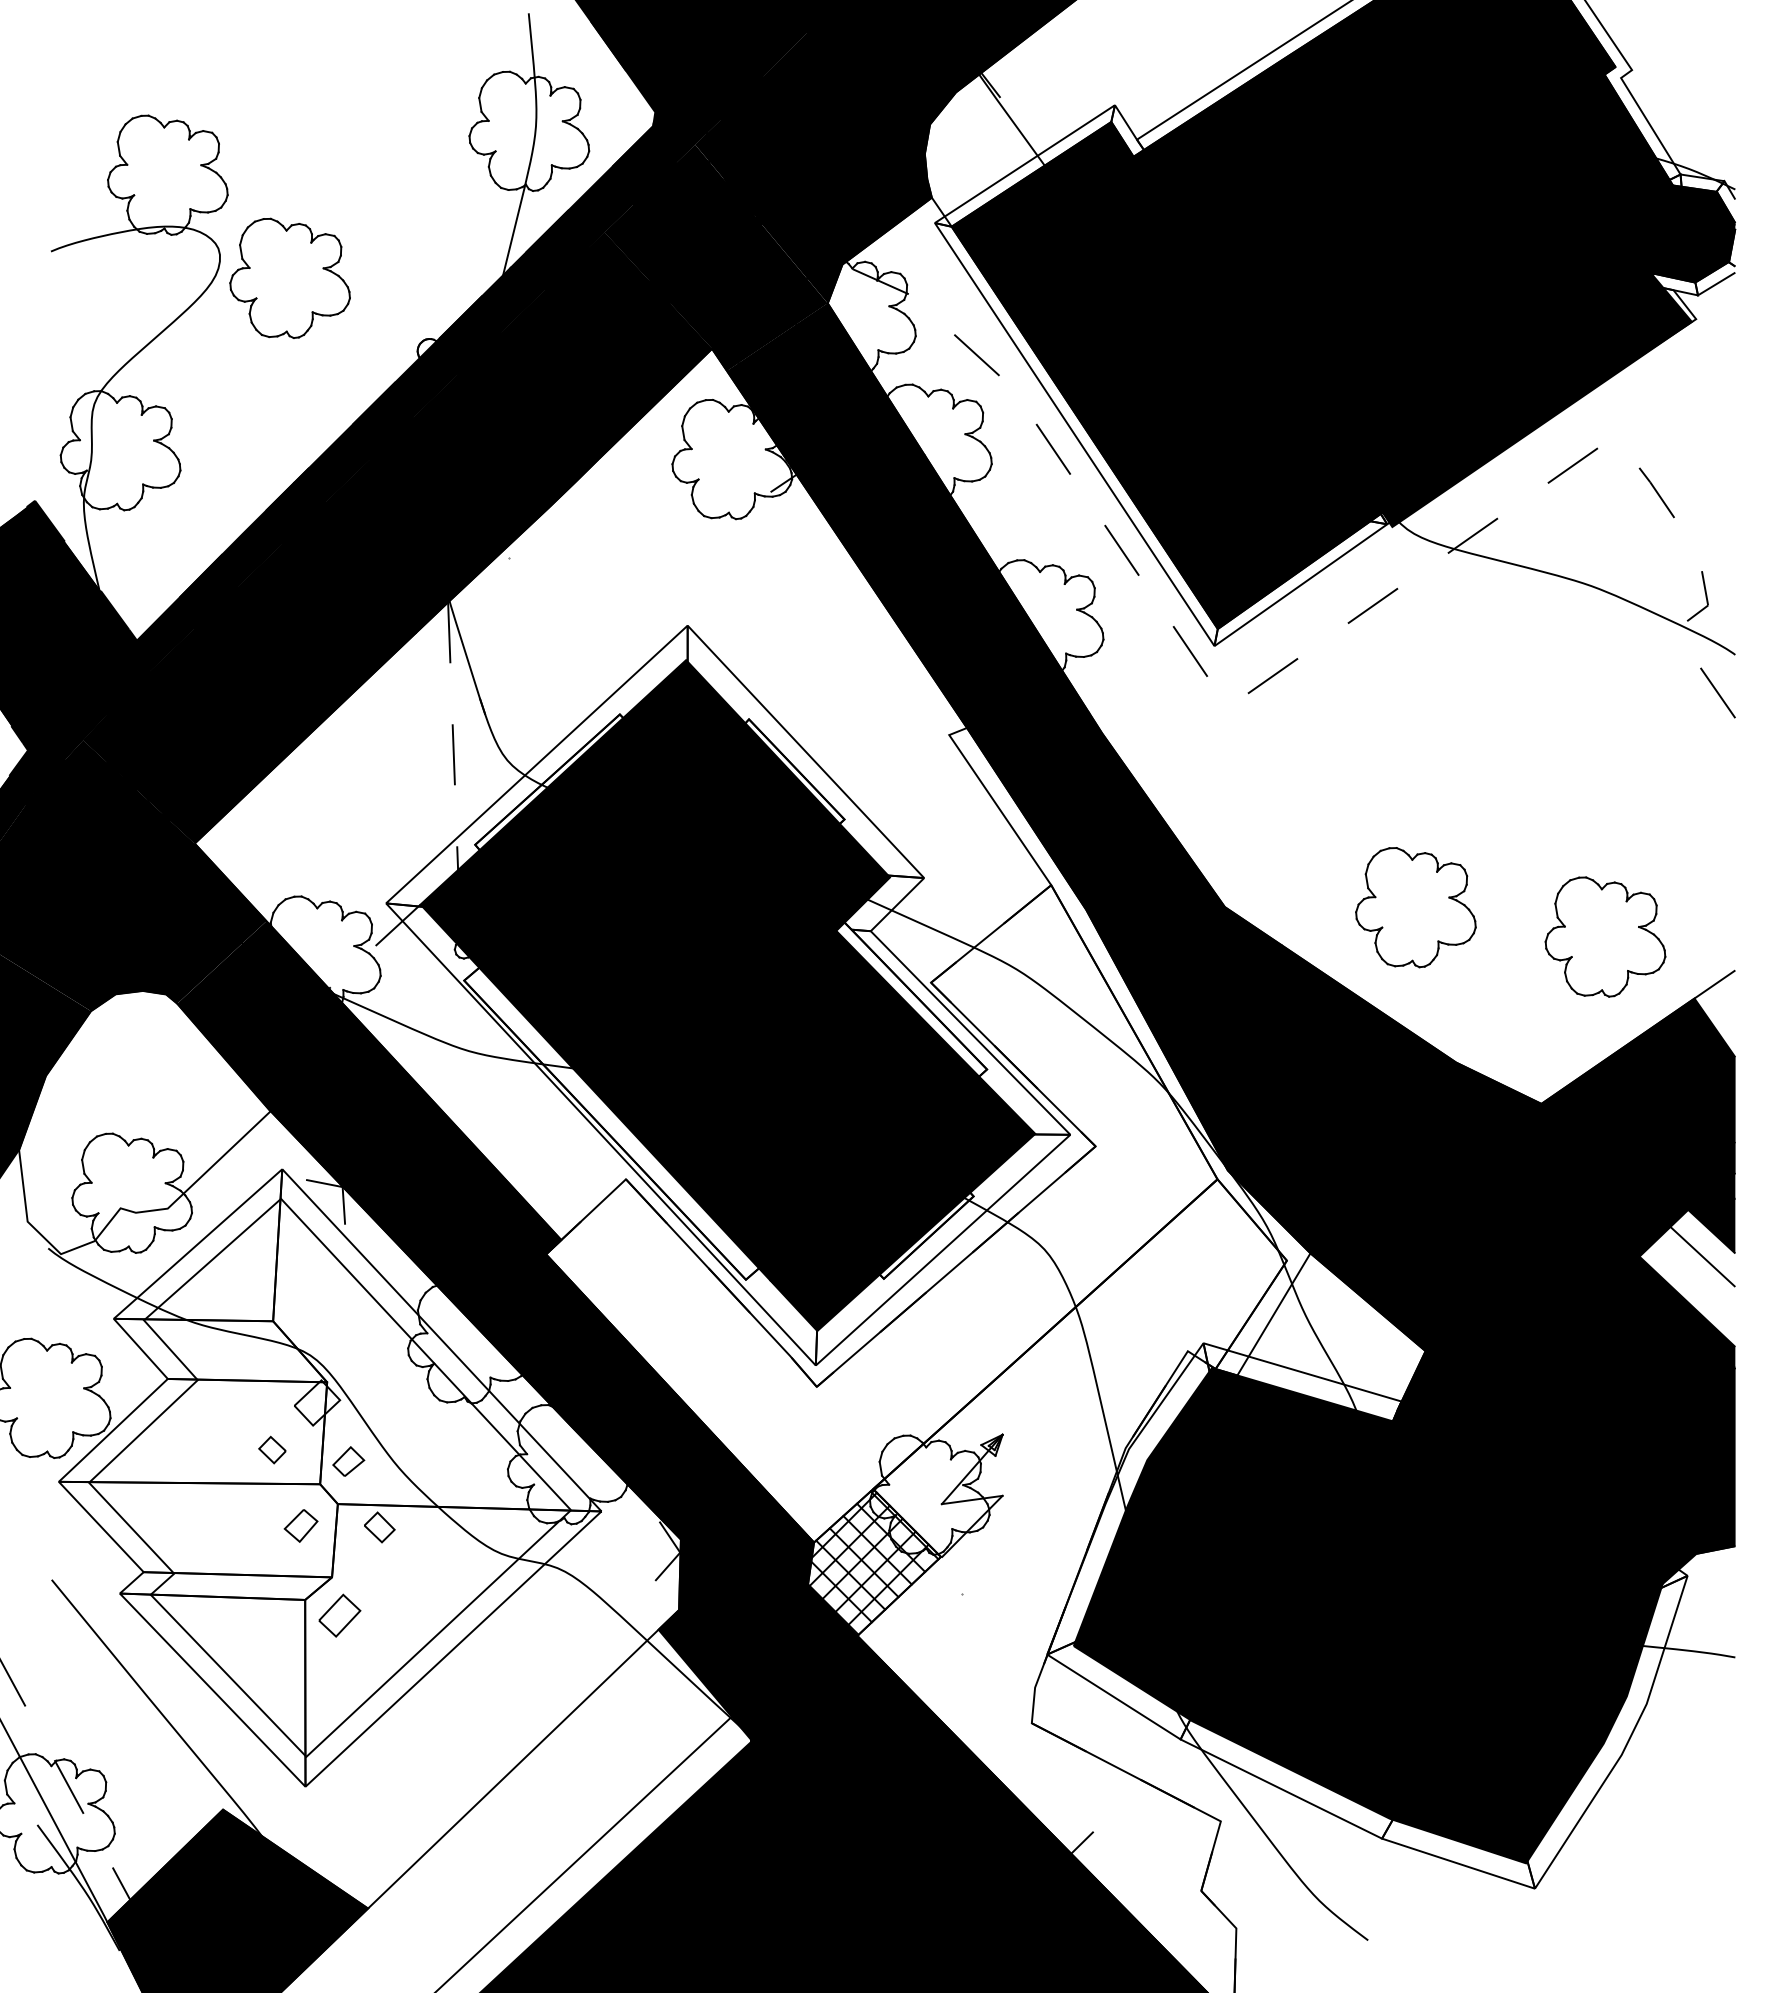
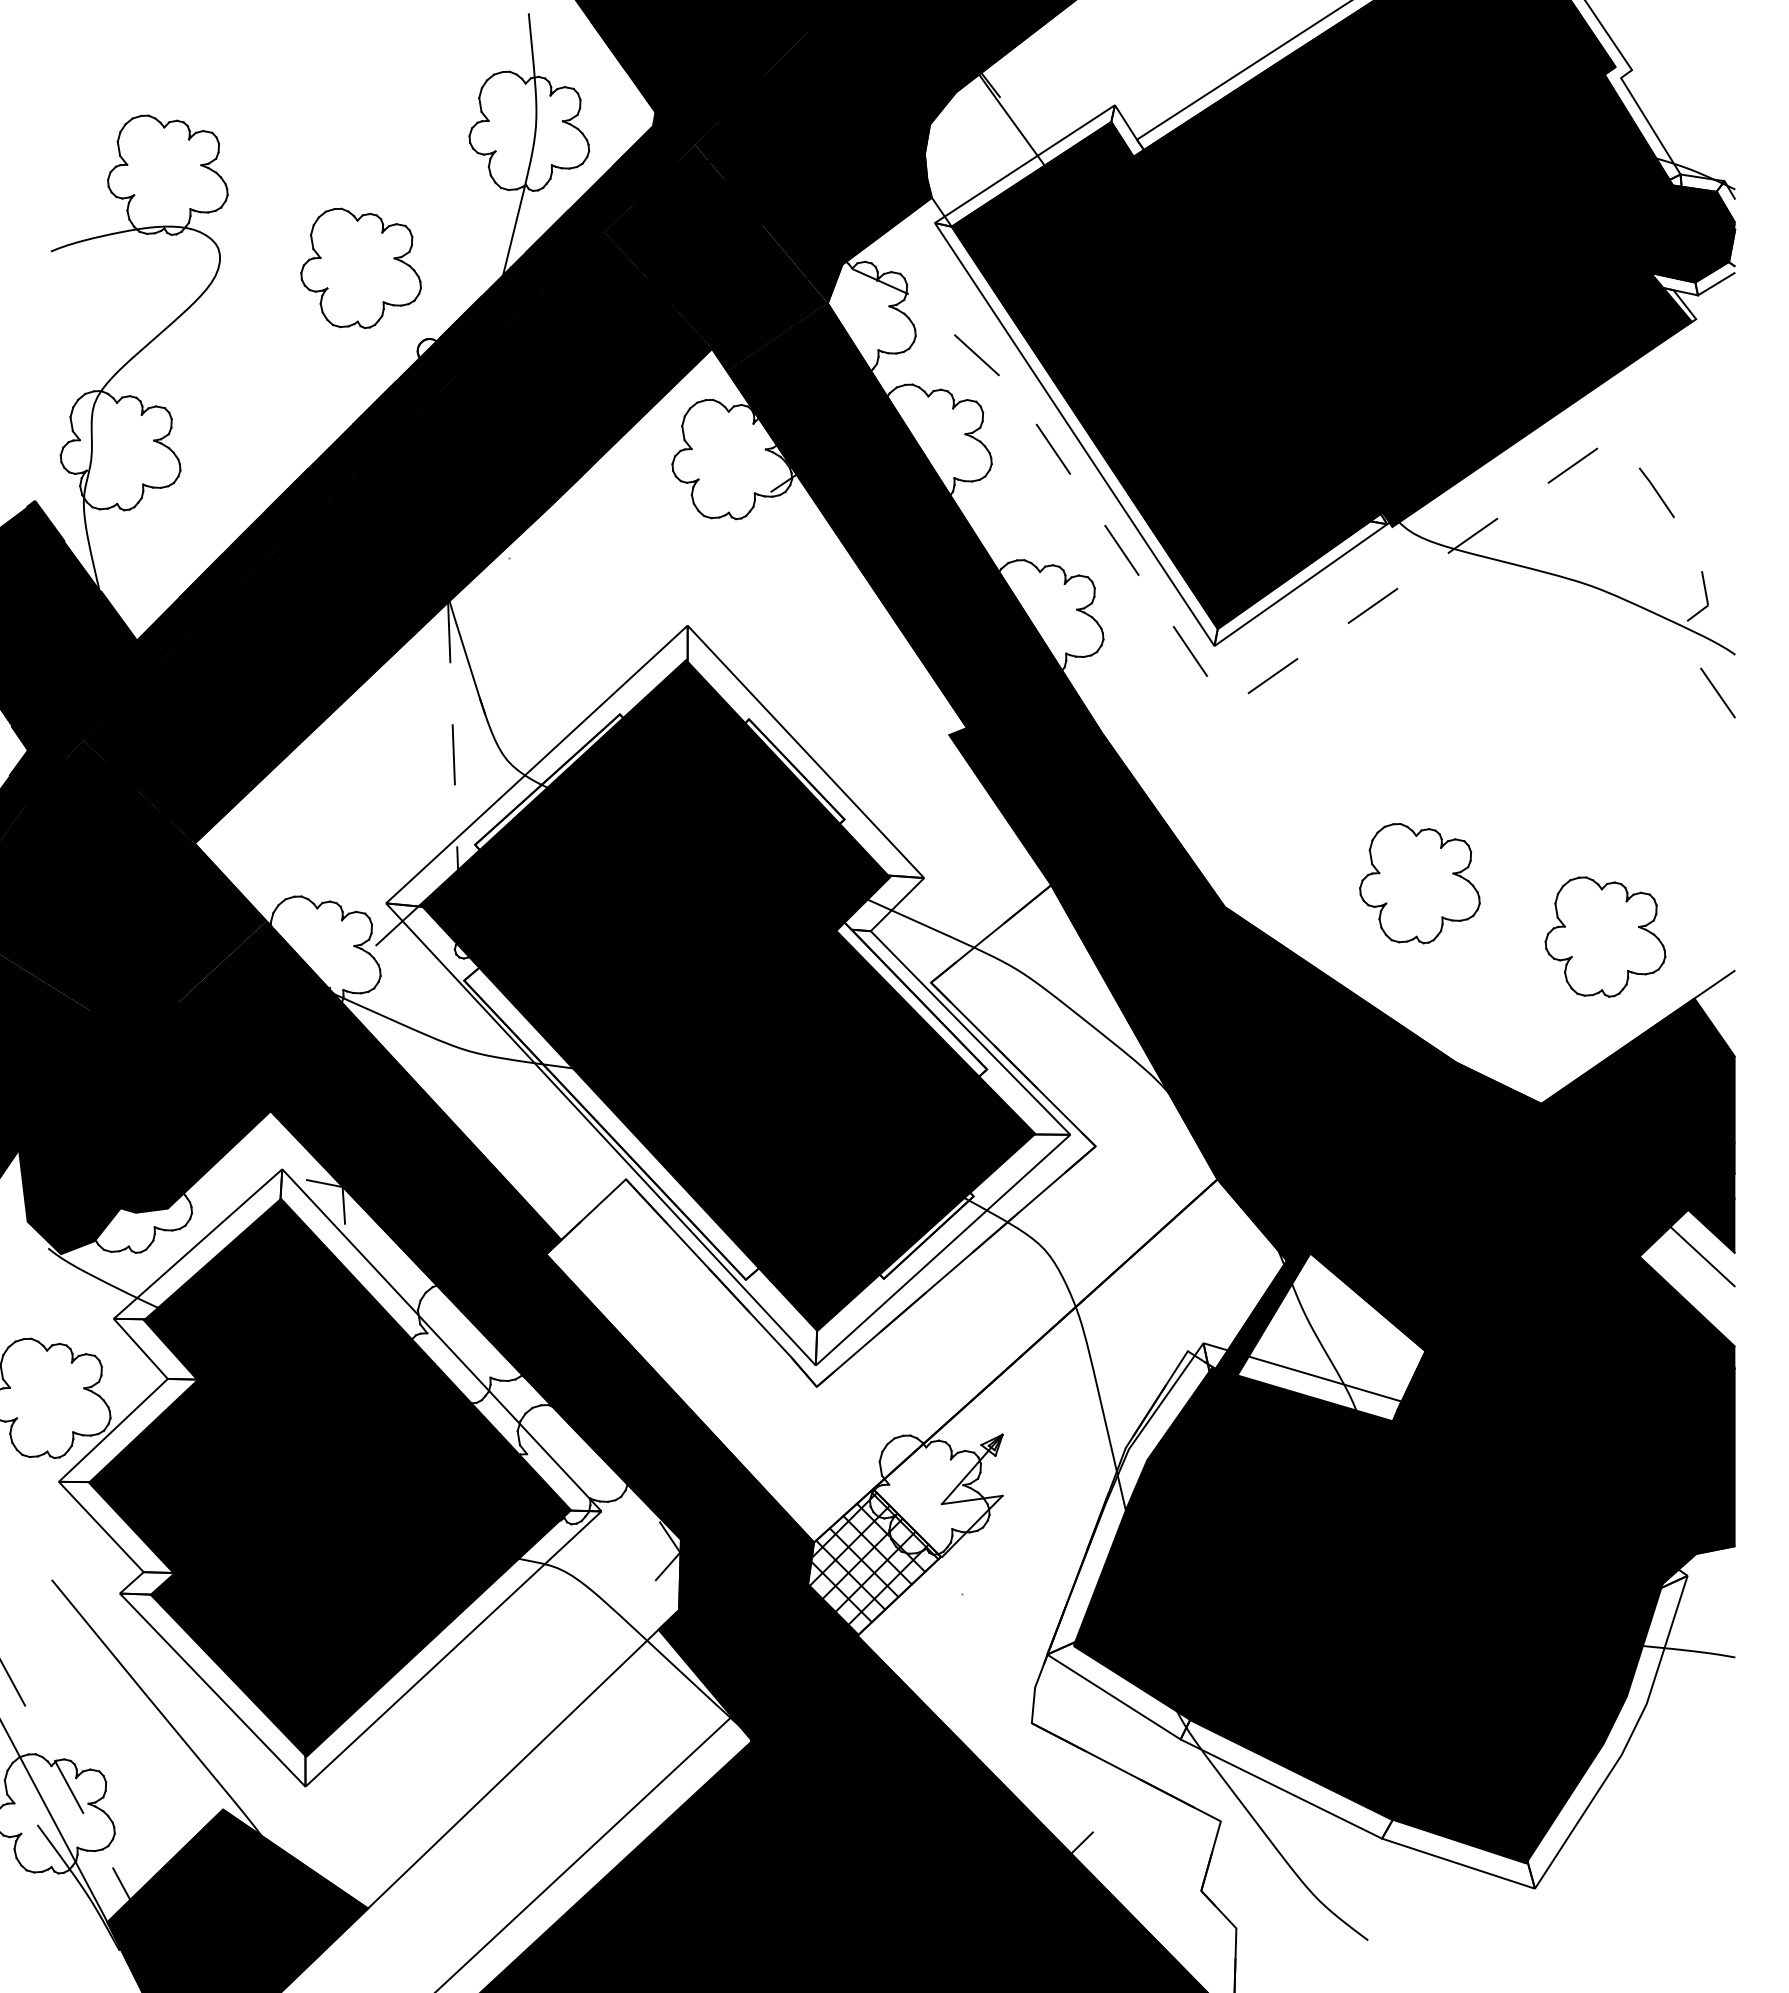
part at (289, 277) position: (289, 277) -> (360, 267)
part at (1415, 907) position: (1415, 907) -> (1419, 883)
fill at (1129, 1051): none -> present
fill at (144, 1122): none -> present
fill at (330, 1477): none -> present
